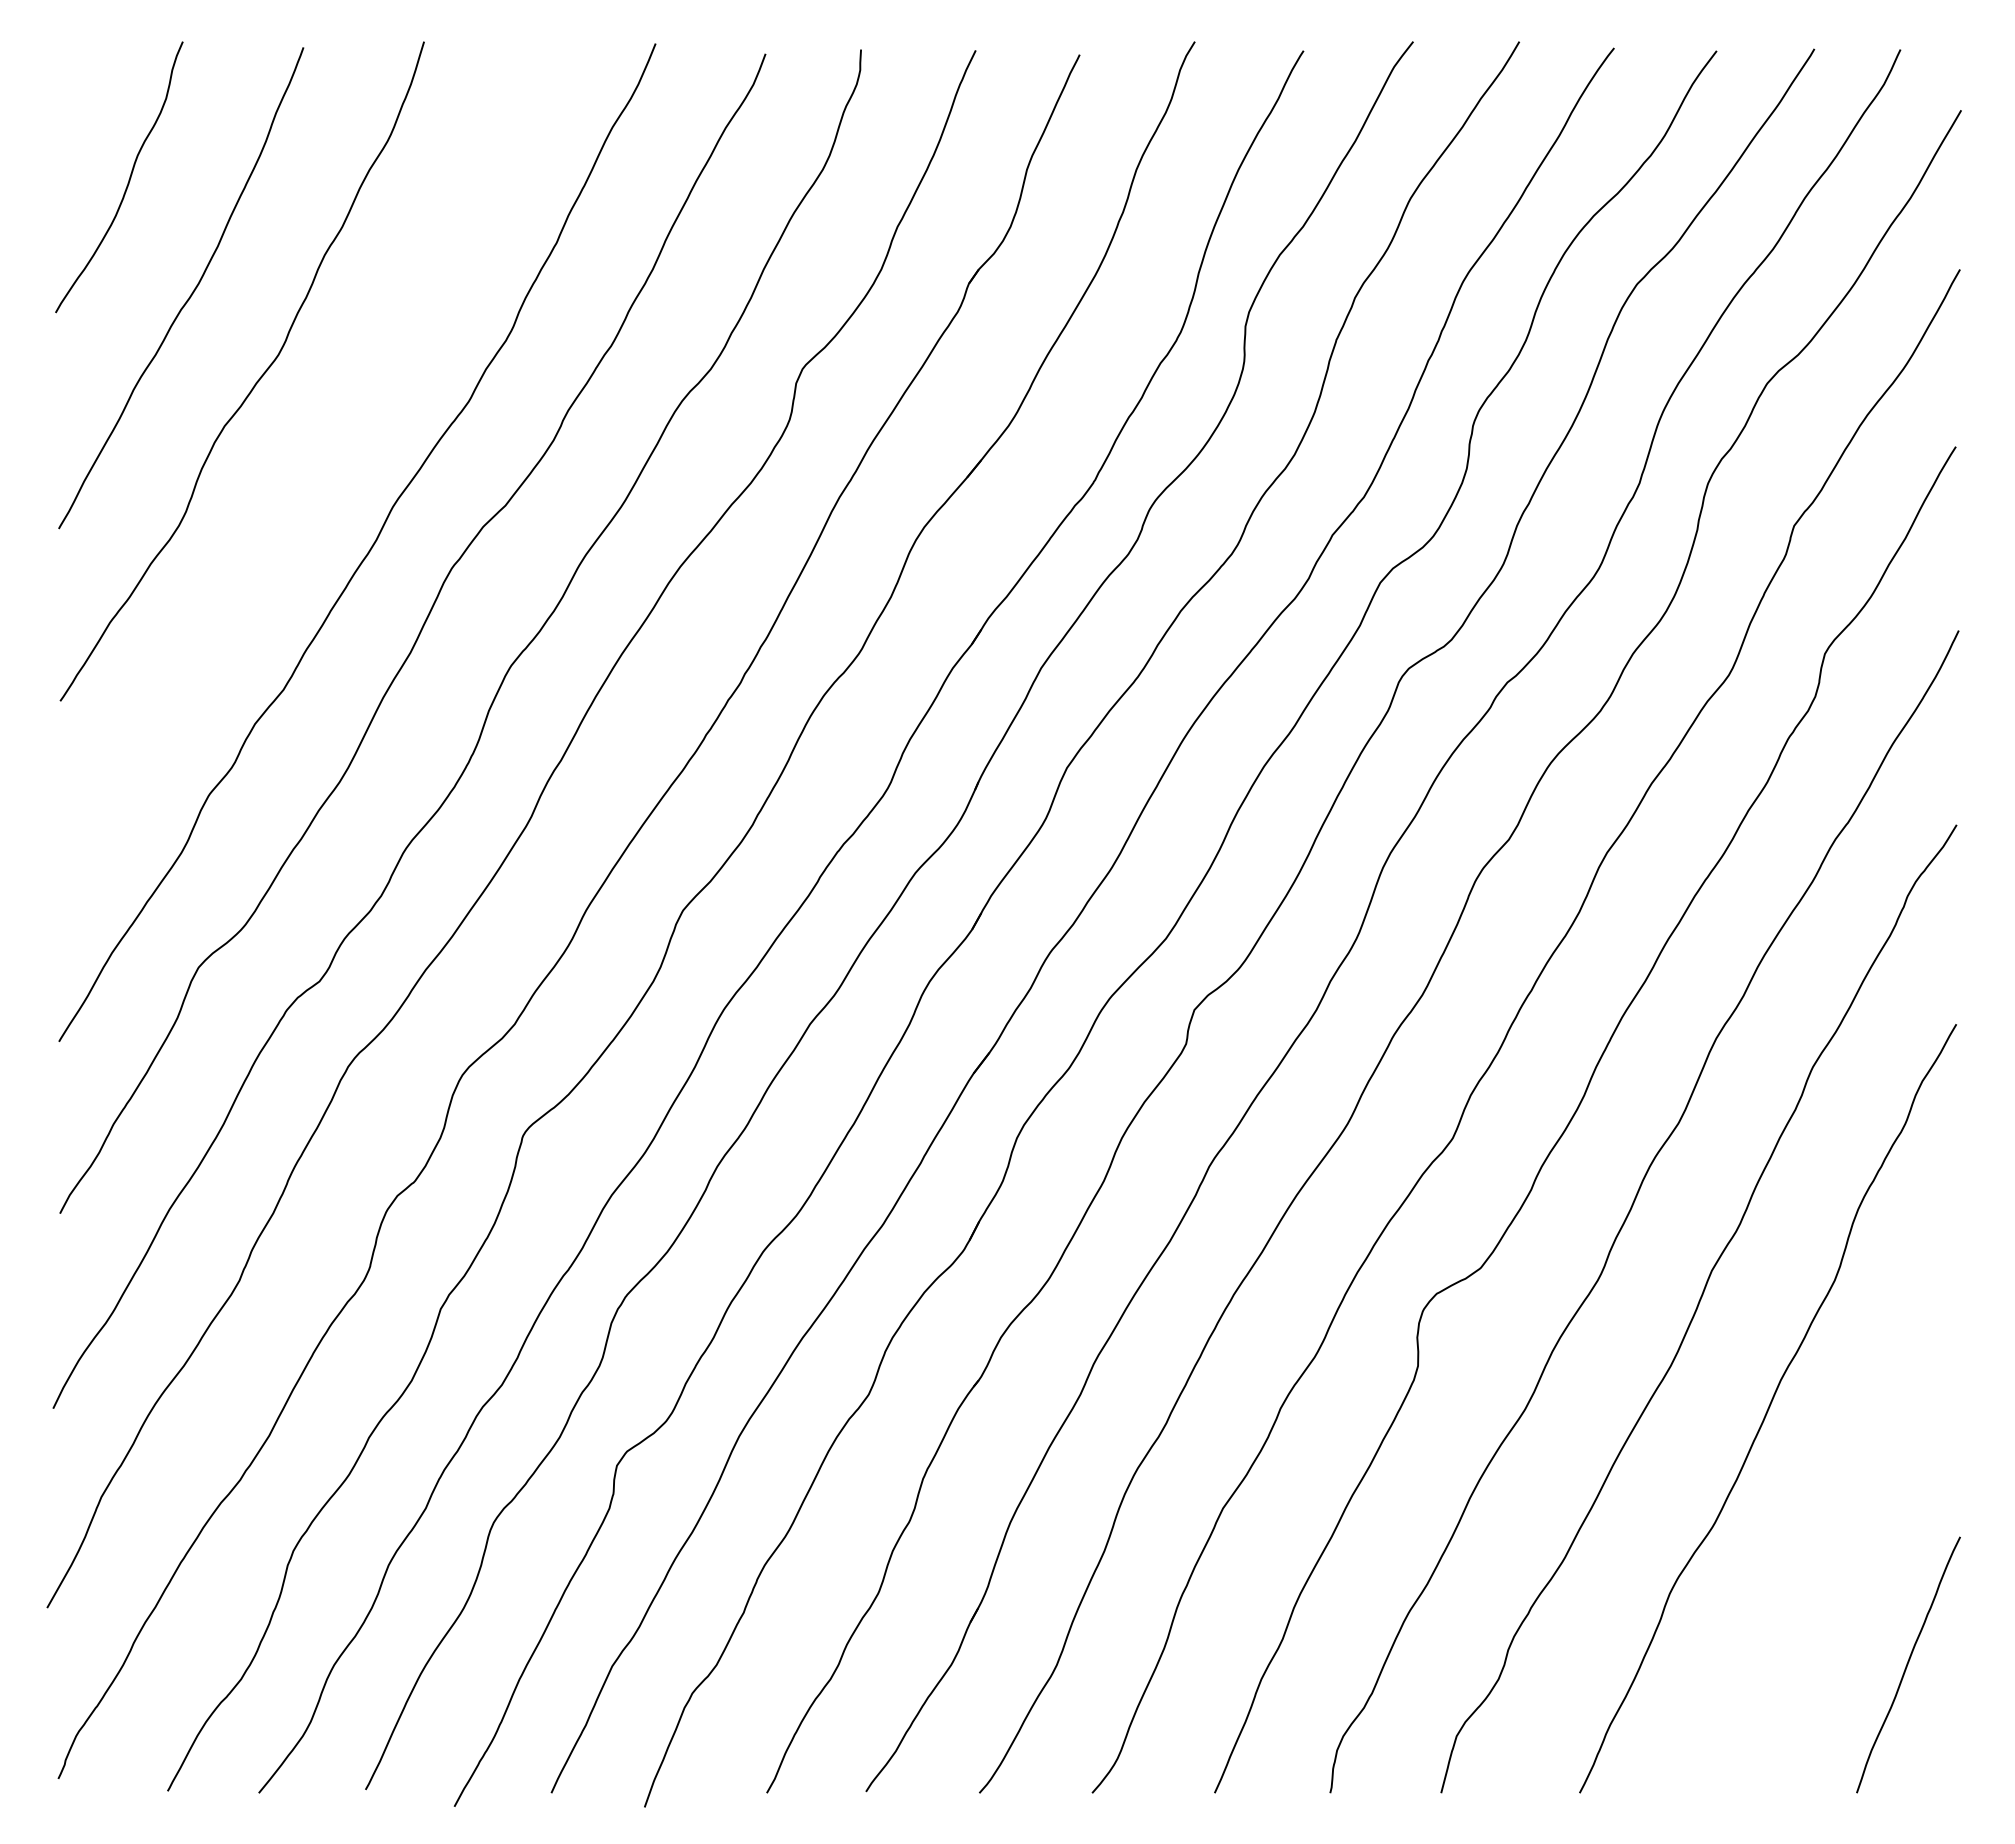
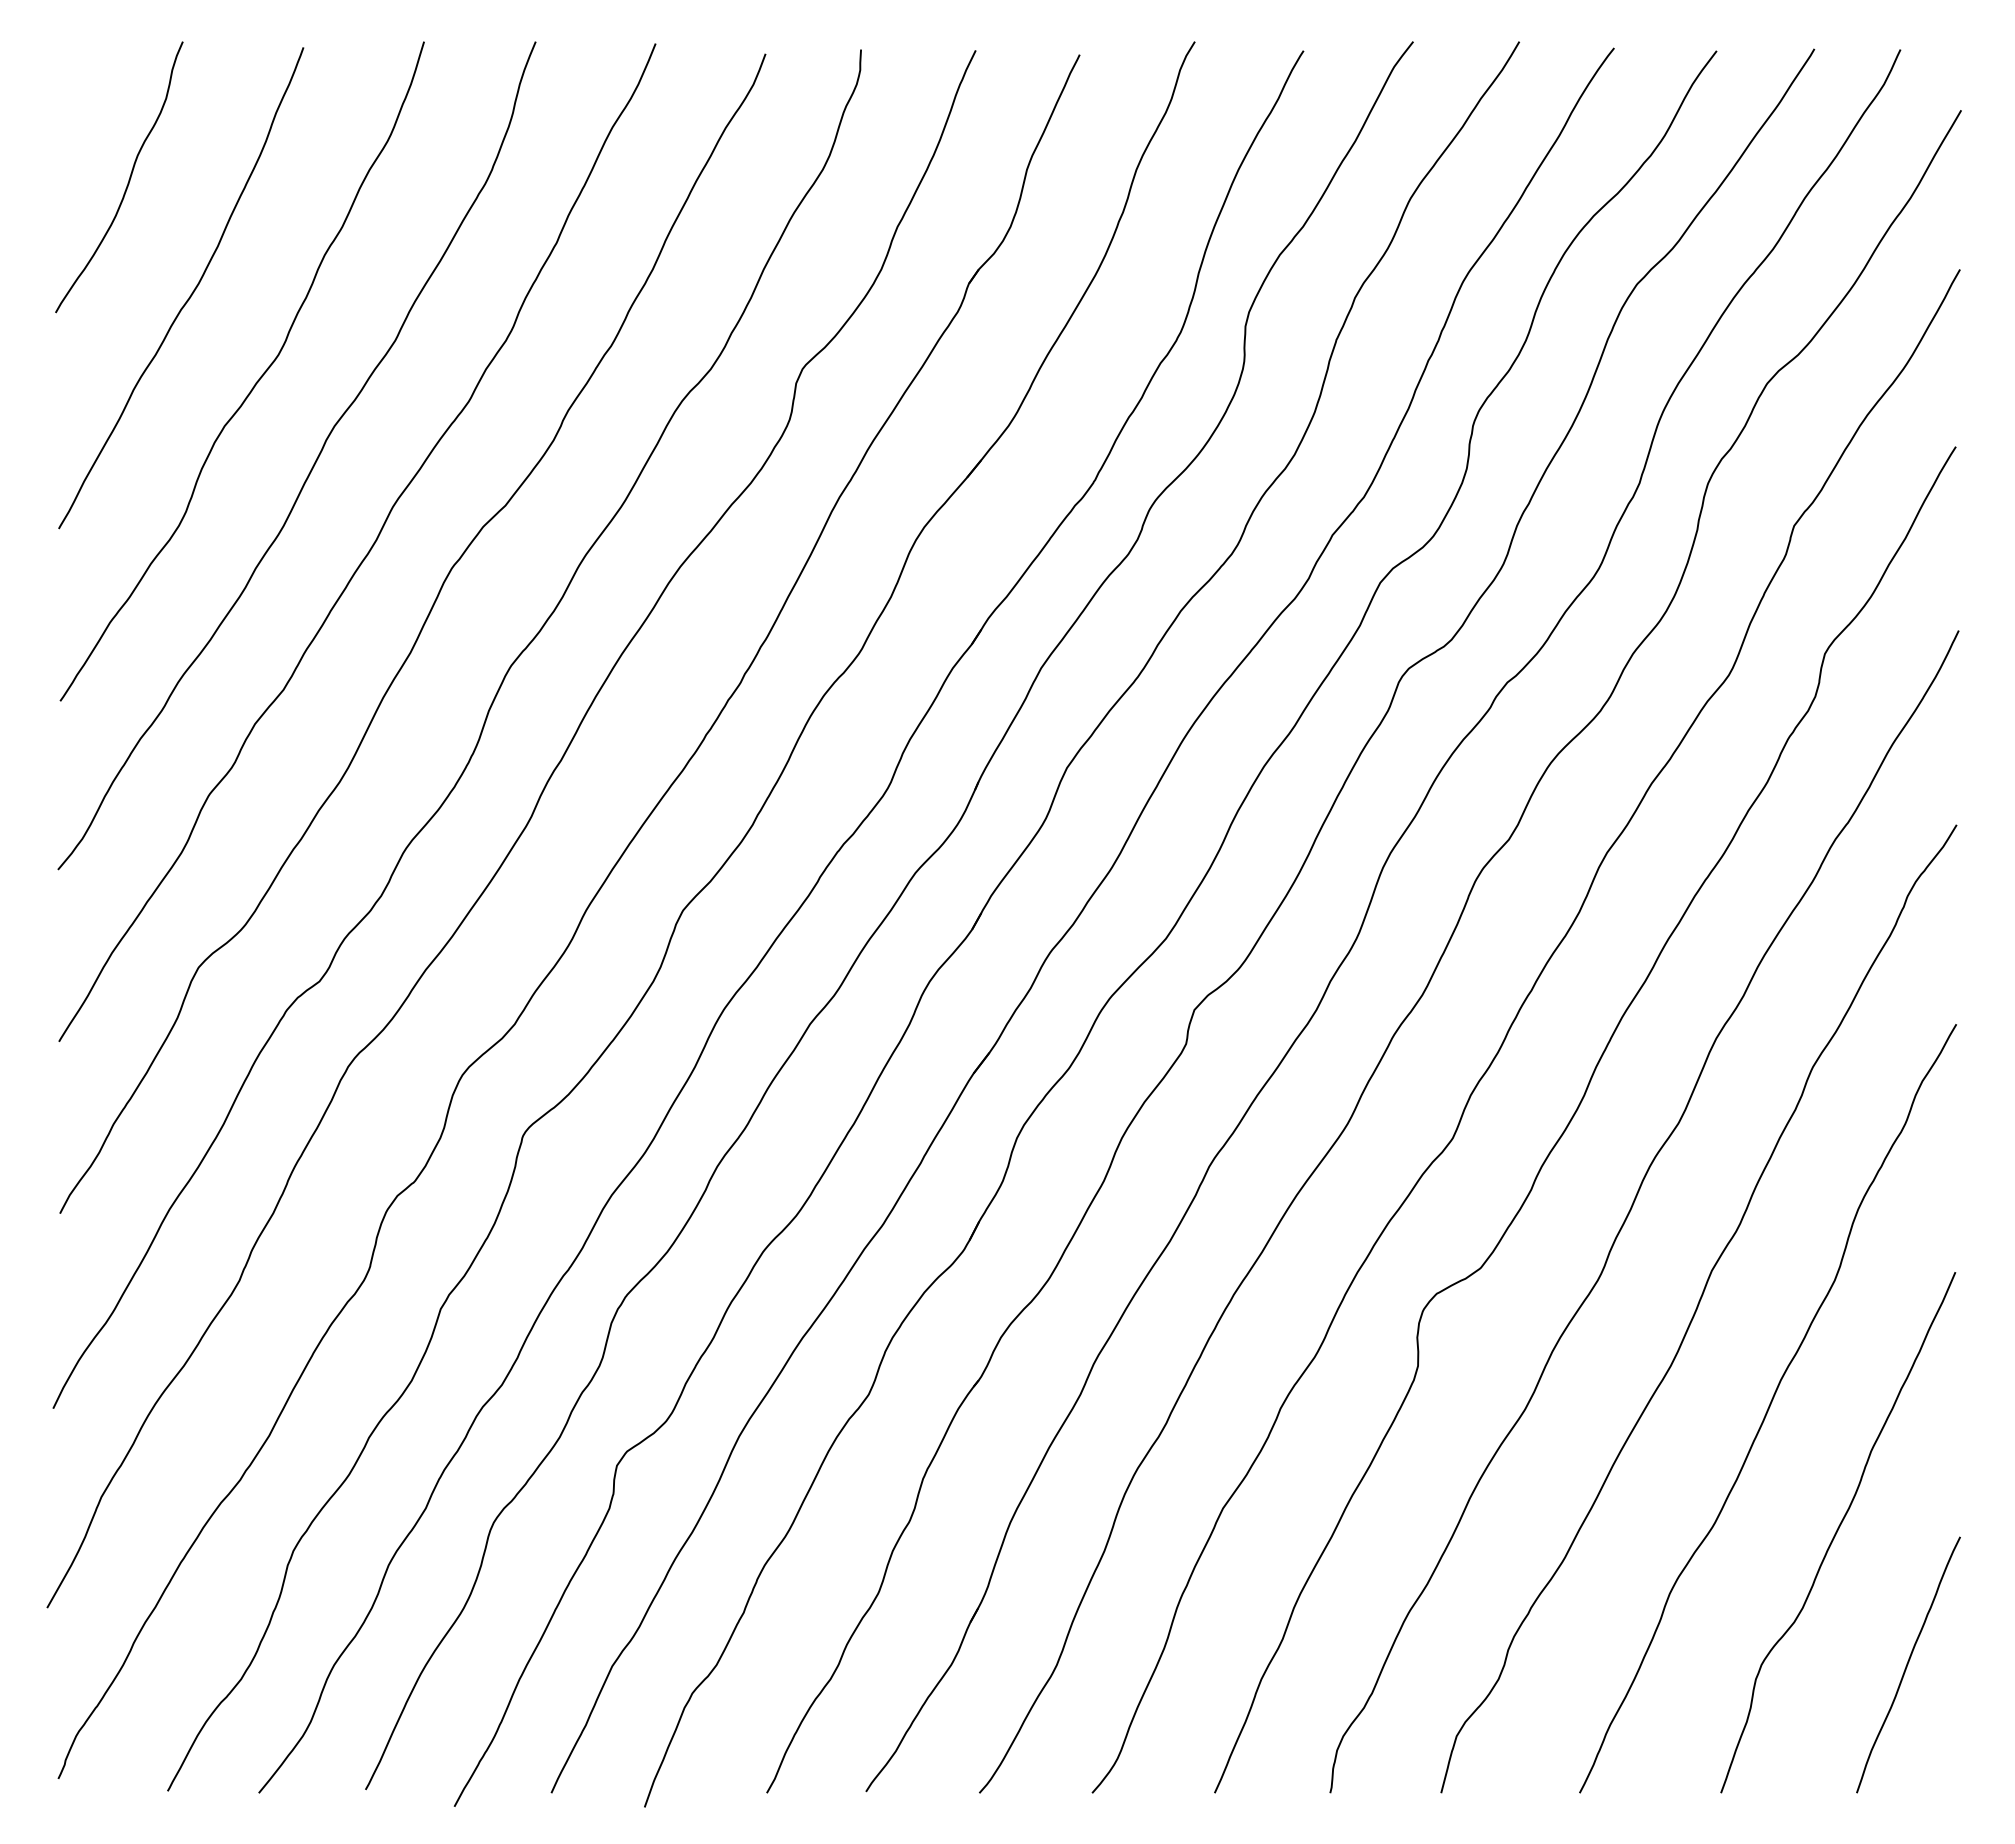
curve at (312, 465): none -> present
curve at (1837, 1532): none -> present
